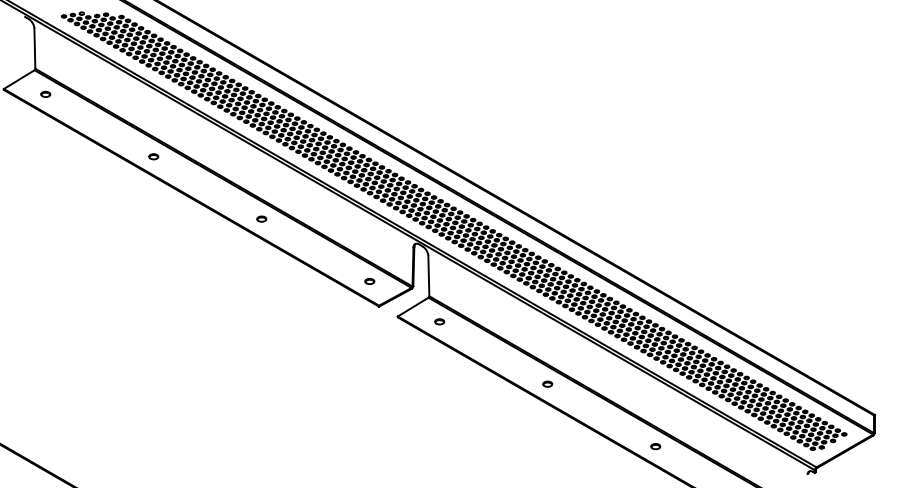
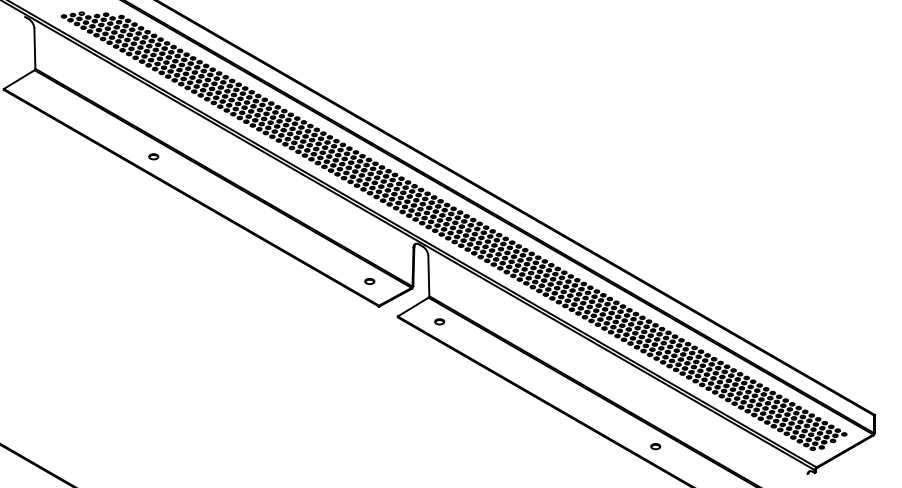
part at (45, 93): present -> none
part at (261, 218): present -> none
part at (547, 383): present -> none
